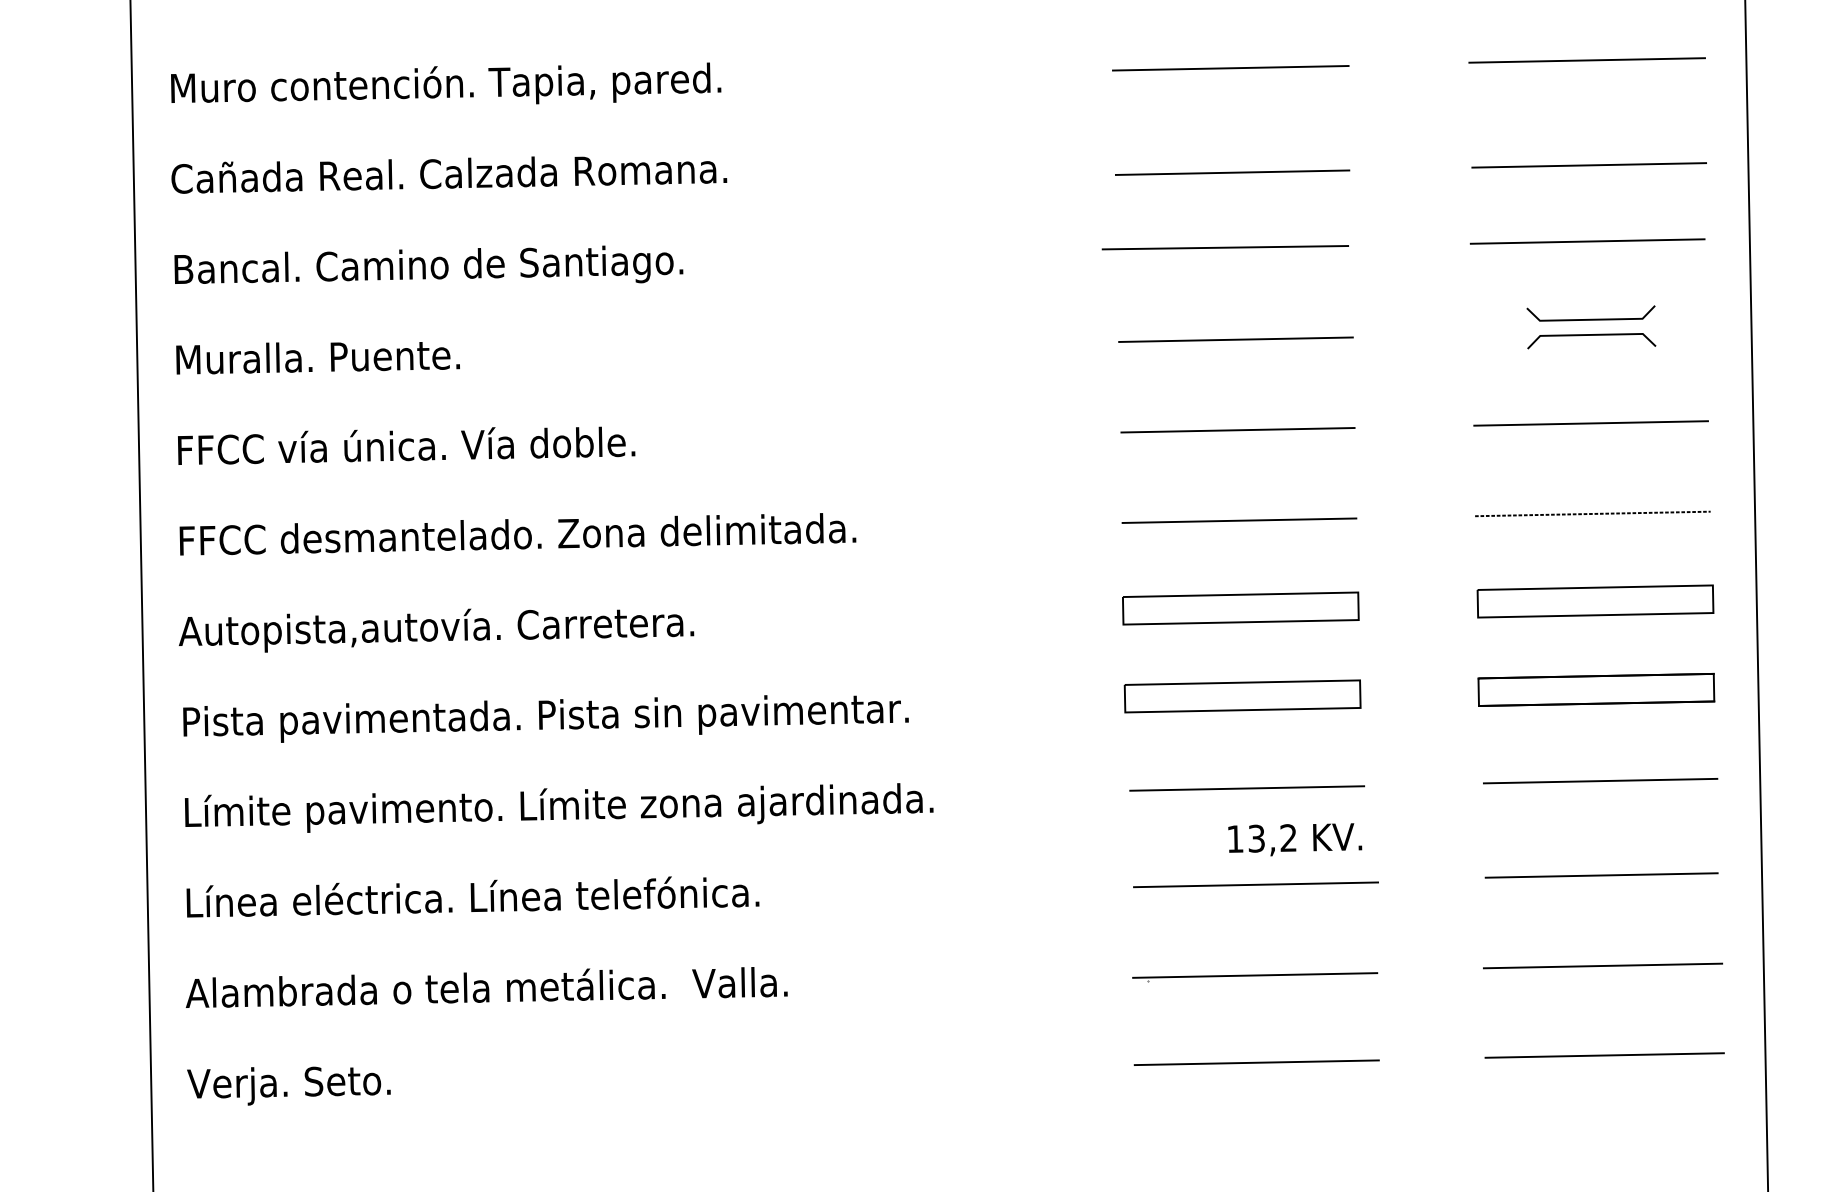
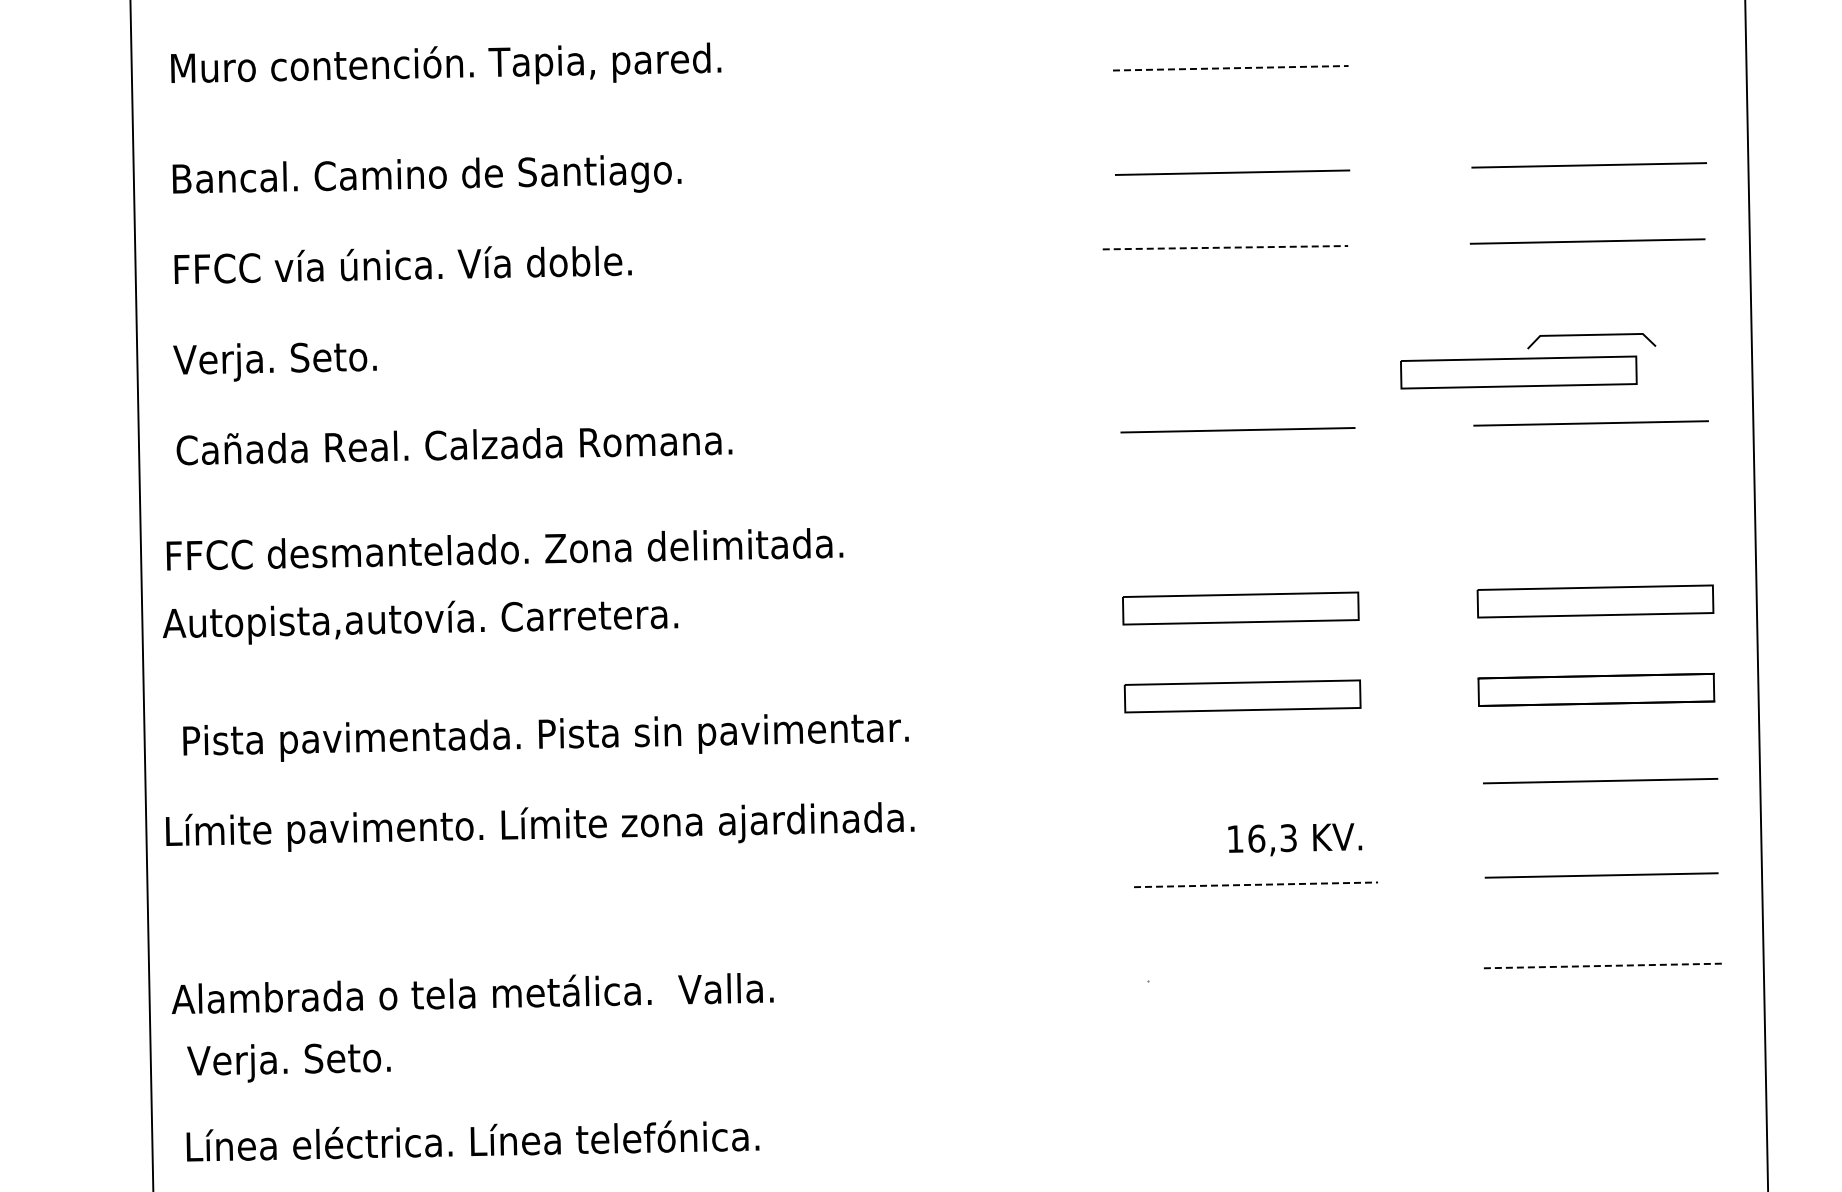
line at (1586, 60): present -> none
line at (1230, 68): solid -> dashed
text at (446, 83) position: (446, 83) -> (446, 63)
text at (449, 174): Cañada Real. Calzada Romana. -> Bancal. Camino de Santiago.
line at (1225, 247): solid -> dashed
text at (430, 264): Bancal. Camino de Santiago. -> FFCC vía única. Vía doble.
line at (1590, 318): present -> none
line at (1235, 339): present -> none
text at (316, 361): Muralla. Puente. -> Verja. Seto.
part at (1518, 372): none -> present
text at (454, 445): FFCC vía única. Vía doble. -> Cañada Real. Calzada Romana.
line at (1592, 513): present -> none
line at (1239, 520): present -> none
text at (517, 534) position: (517, 534) -> (504, 549)
text at (436, 630) position: (436, 630) -> (420, 622)
text at (545, 718) position: (545, 718) -> (545, 737)
line at (1246, 788): present -> none
text at (559, 807) position: (559, 807) -> (540, 826)
text at (1272, 838): 13,2 -> 16,3
line at (1256, 884): solid -> dashed
text at (472, 896) position: (472, 896) -> (472, 1140)
line at (1603, 965): solid -> dashed
line at (1255, 975): present -> none
text at (486, 987) position: (486, 987) -> (472, 993)
line at (1604, 1055): present -> none
line at (1256, 1062): present -> none
text at (288, 1085) position: (288, 1085) -> (288, 1062)
